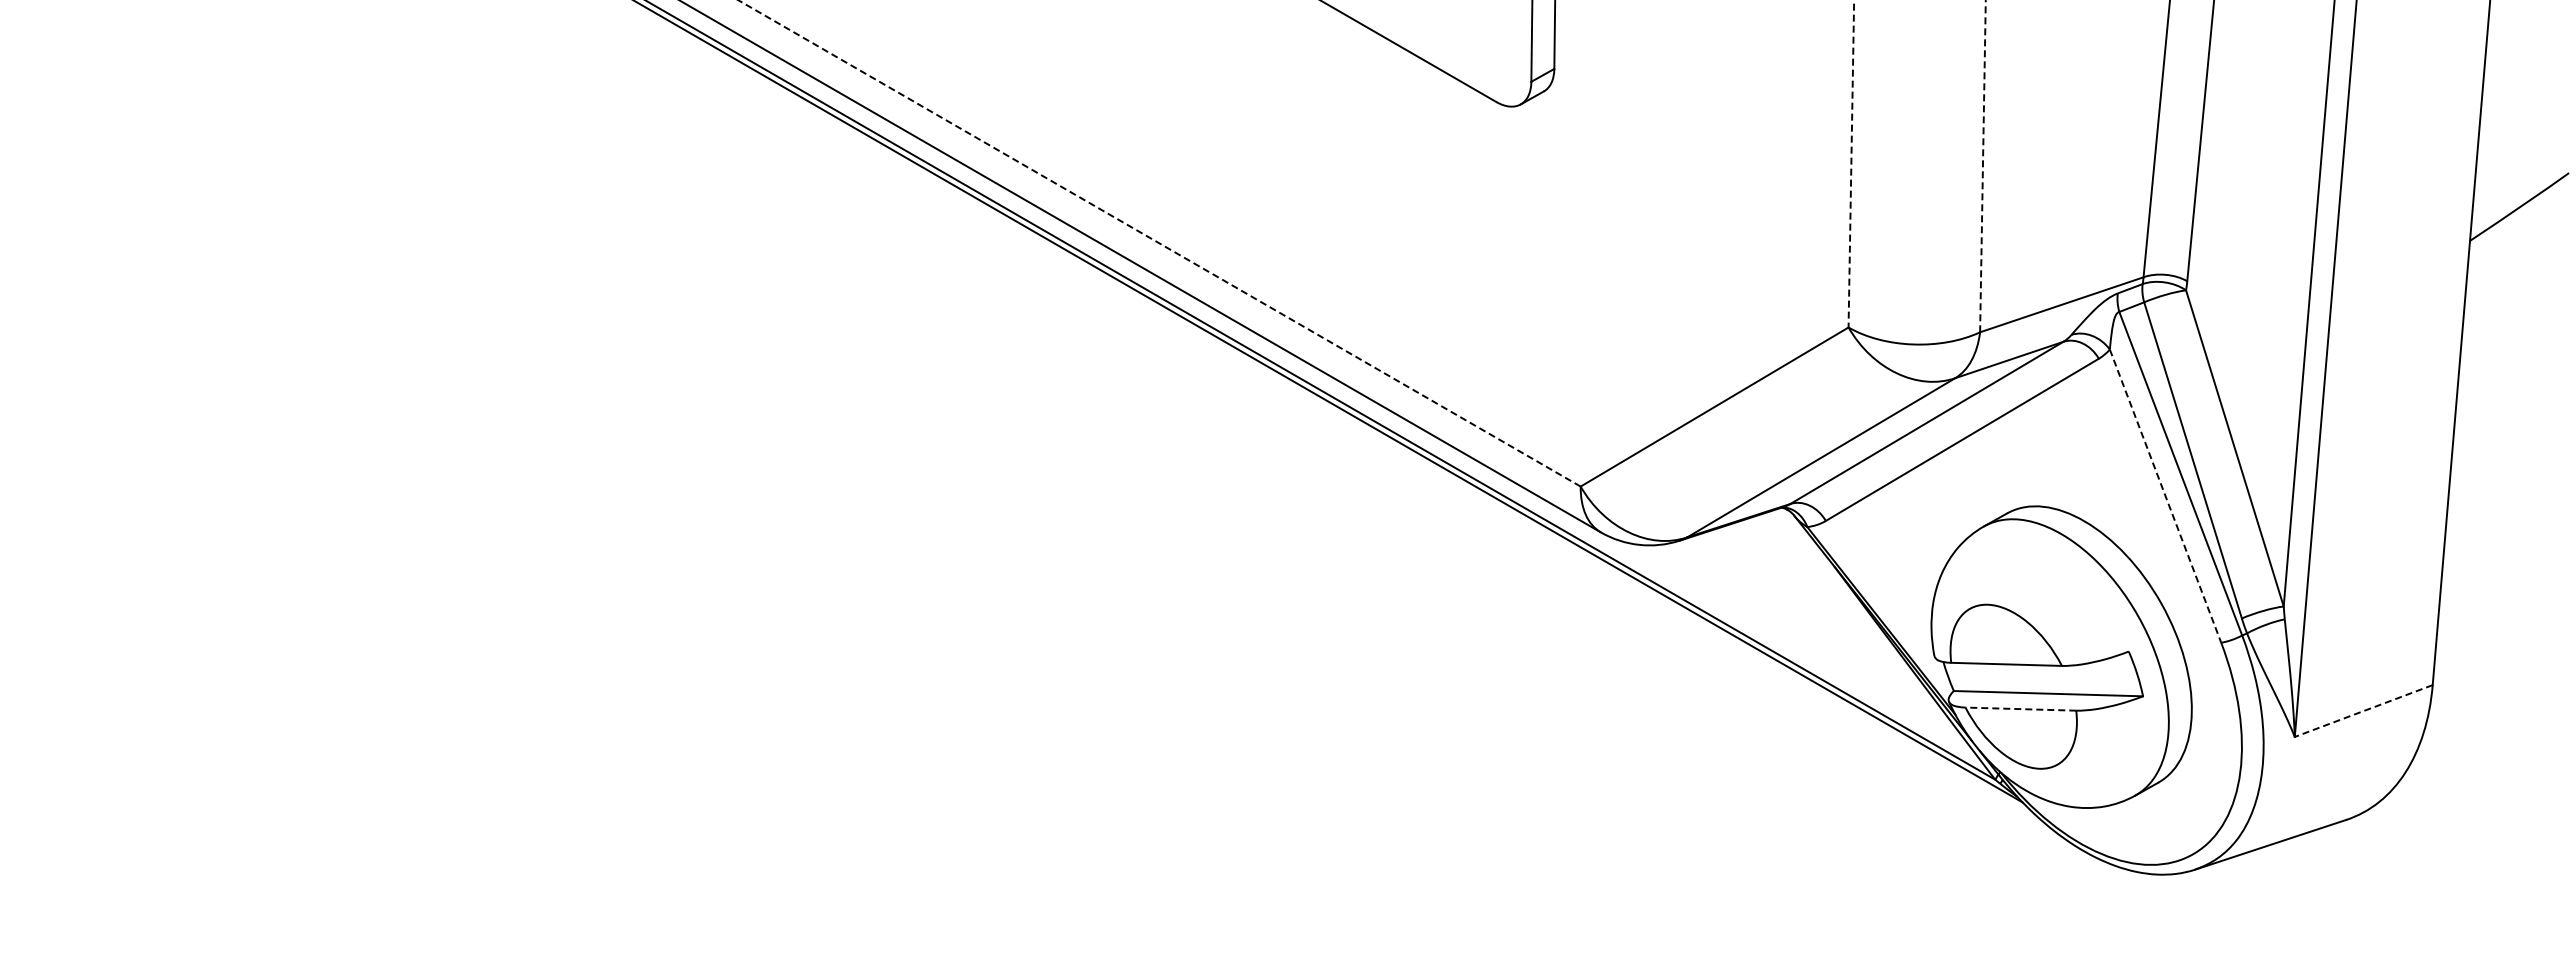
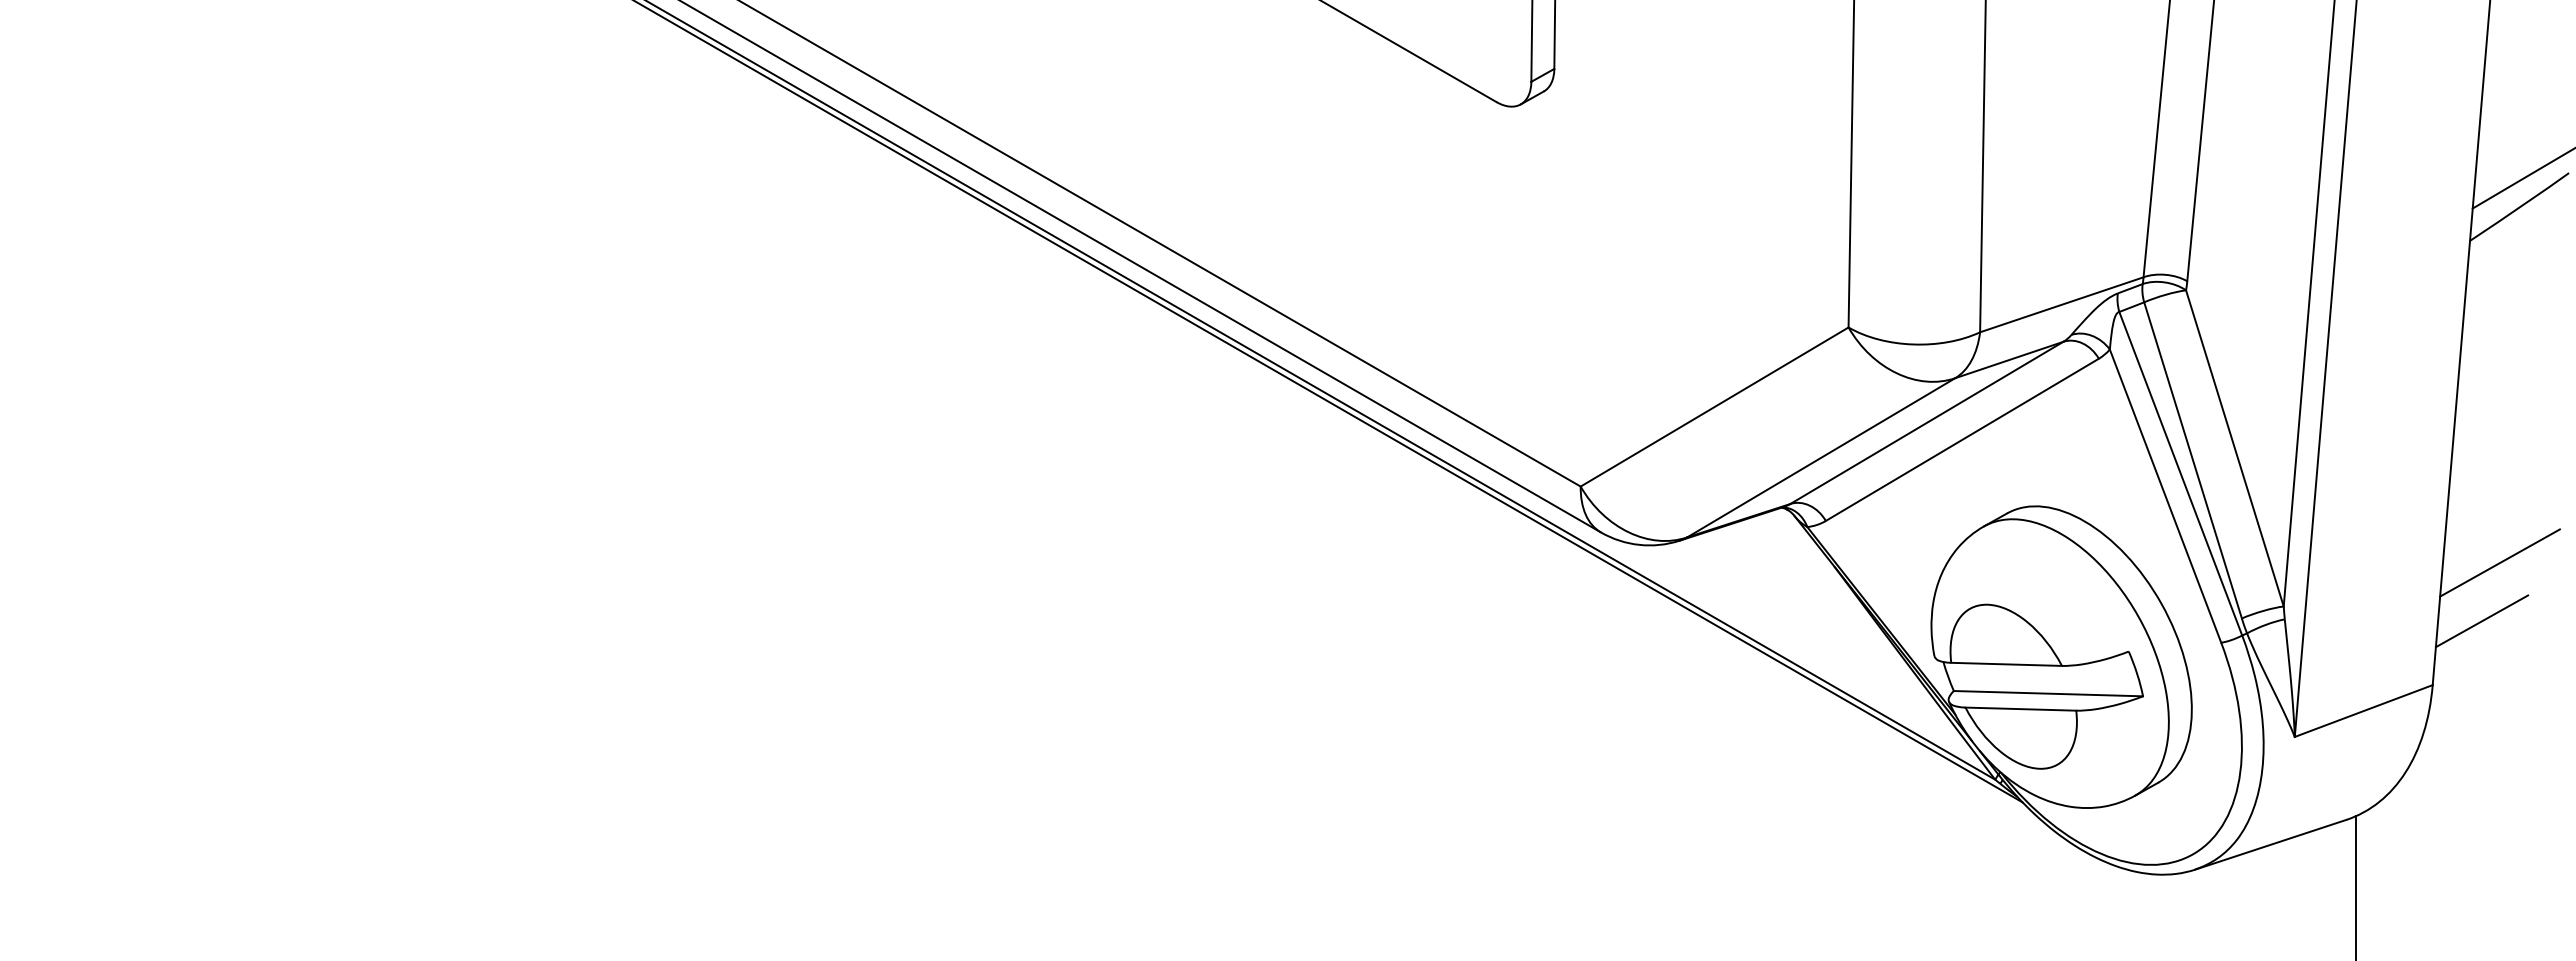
line at (1851, 164): dashed -> solid
line at (1982, 166): dashed -> solid
line at (2522, 178): none -> present
line at (1159, 243): dashed -> solid
line at (2165, 496): dashed -> solid
line at (2499, 562): none -> present
line at (2481, 621): none -> present
line at (2020, 709): dashed -> solid
line at (2363, 711): dashed -> solid
line at (2356, 886): none -> present
